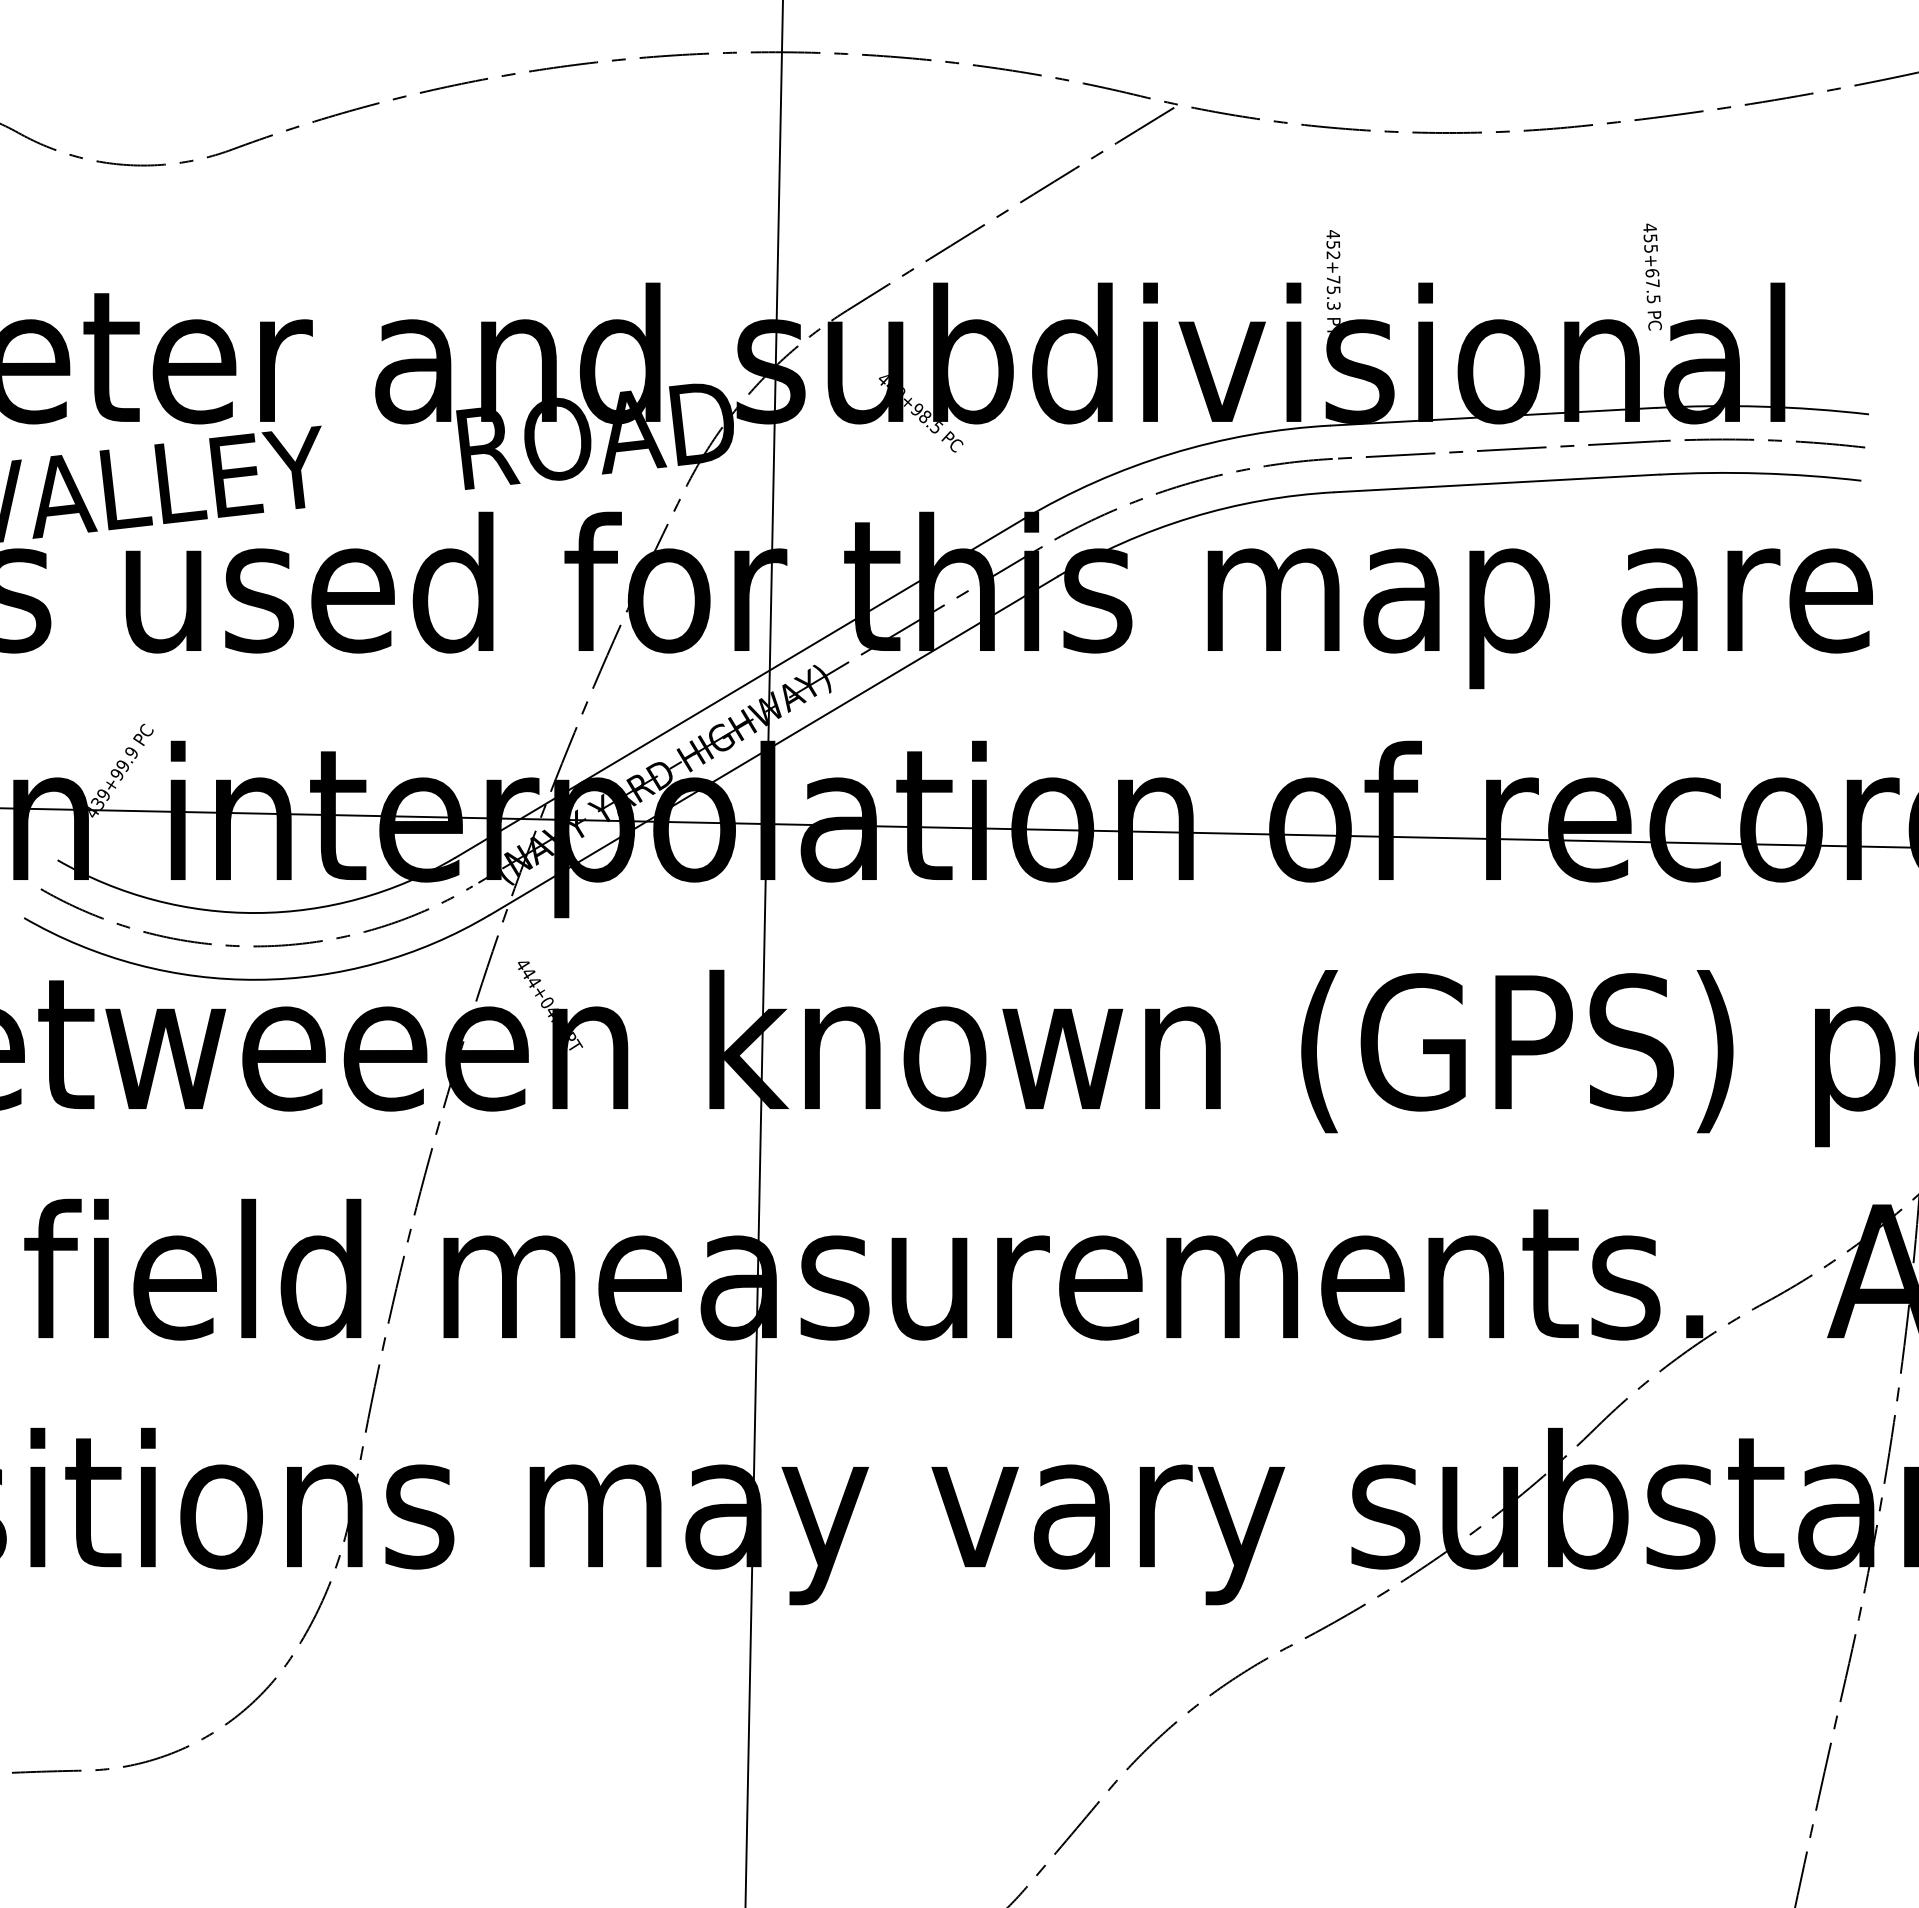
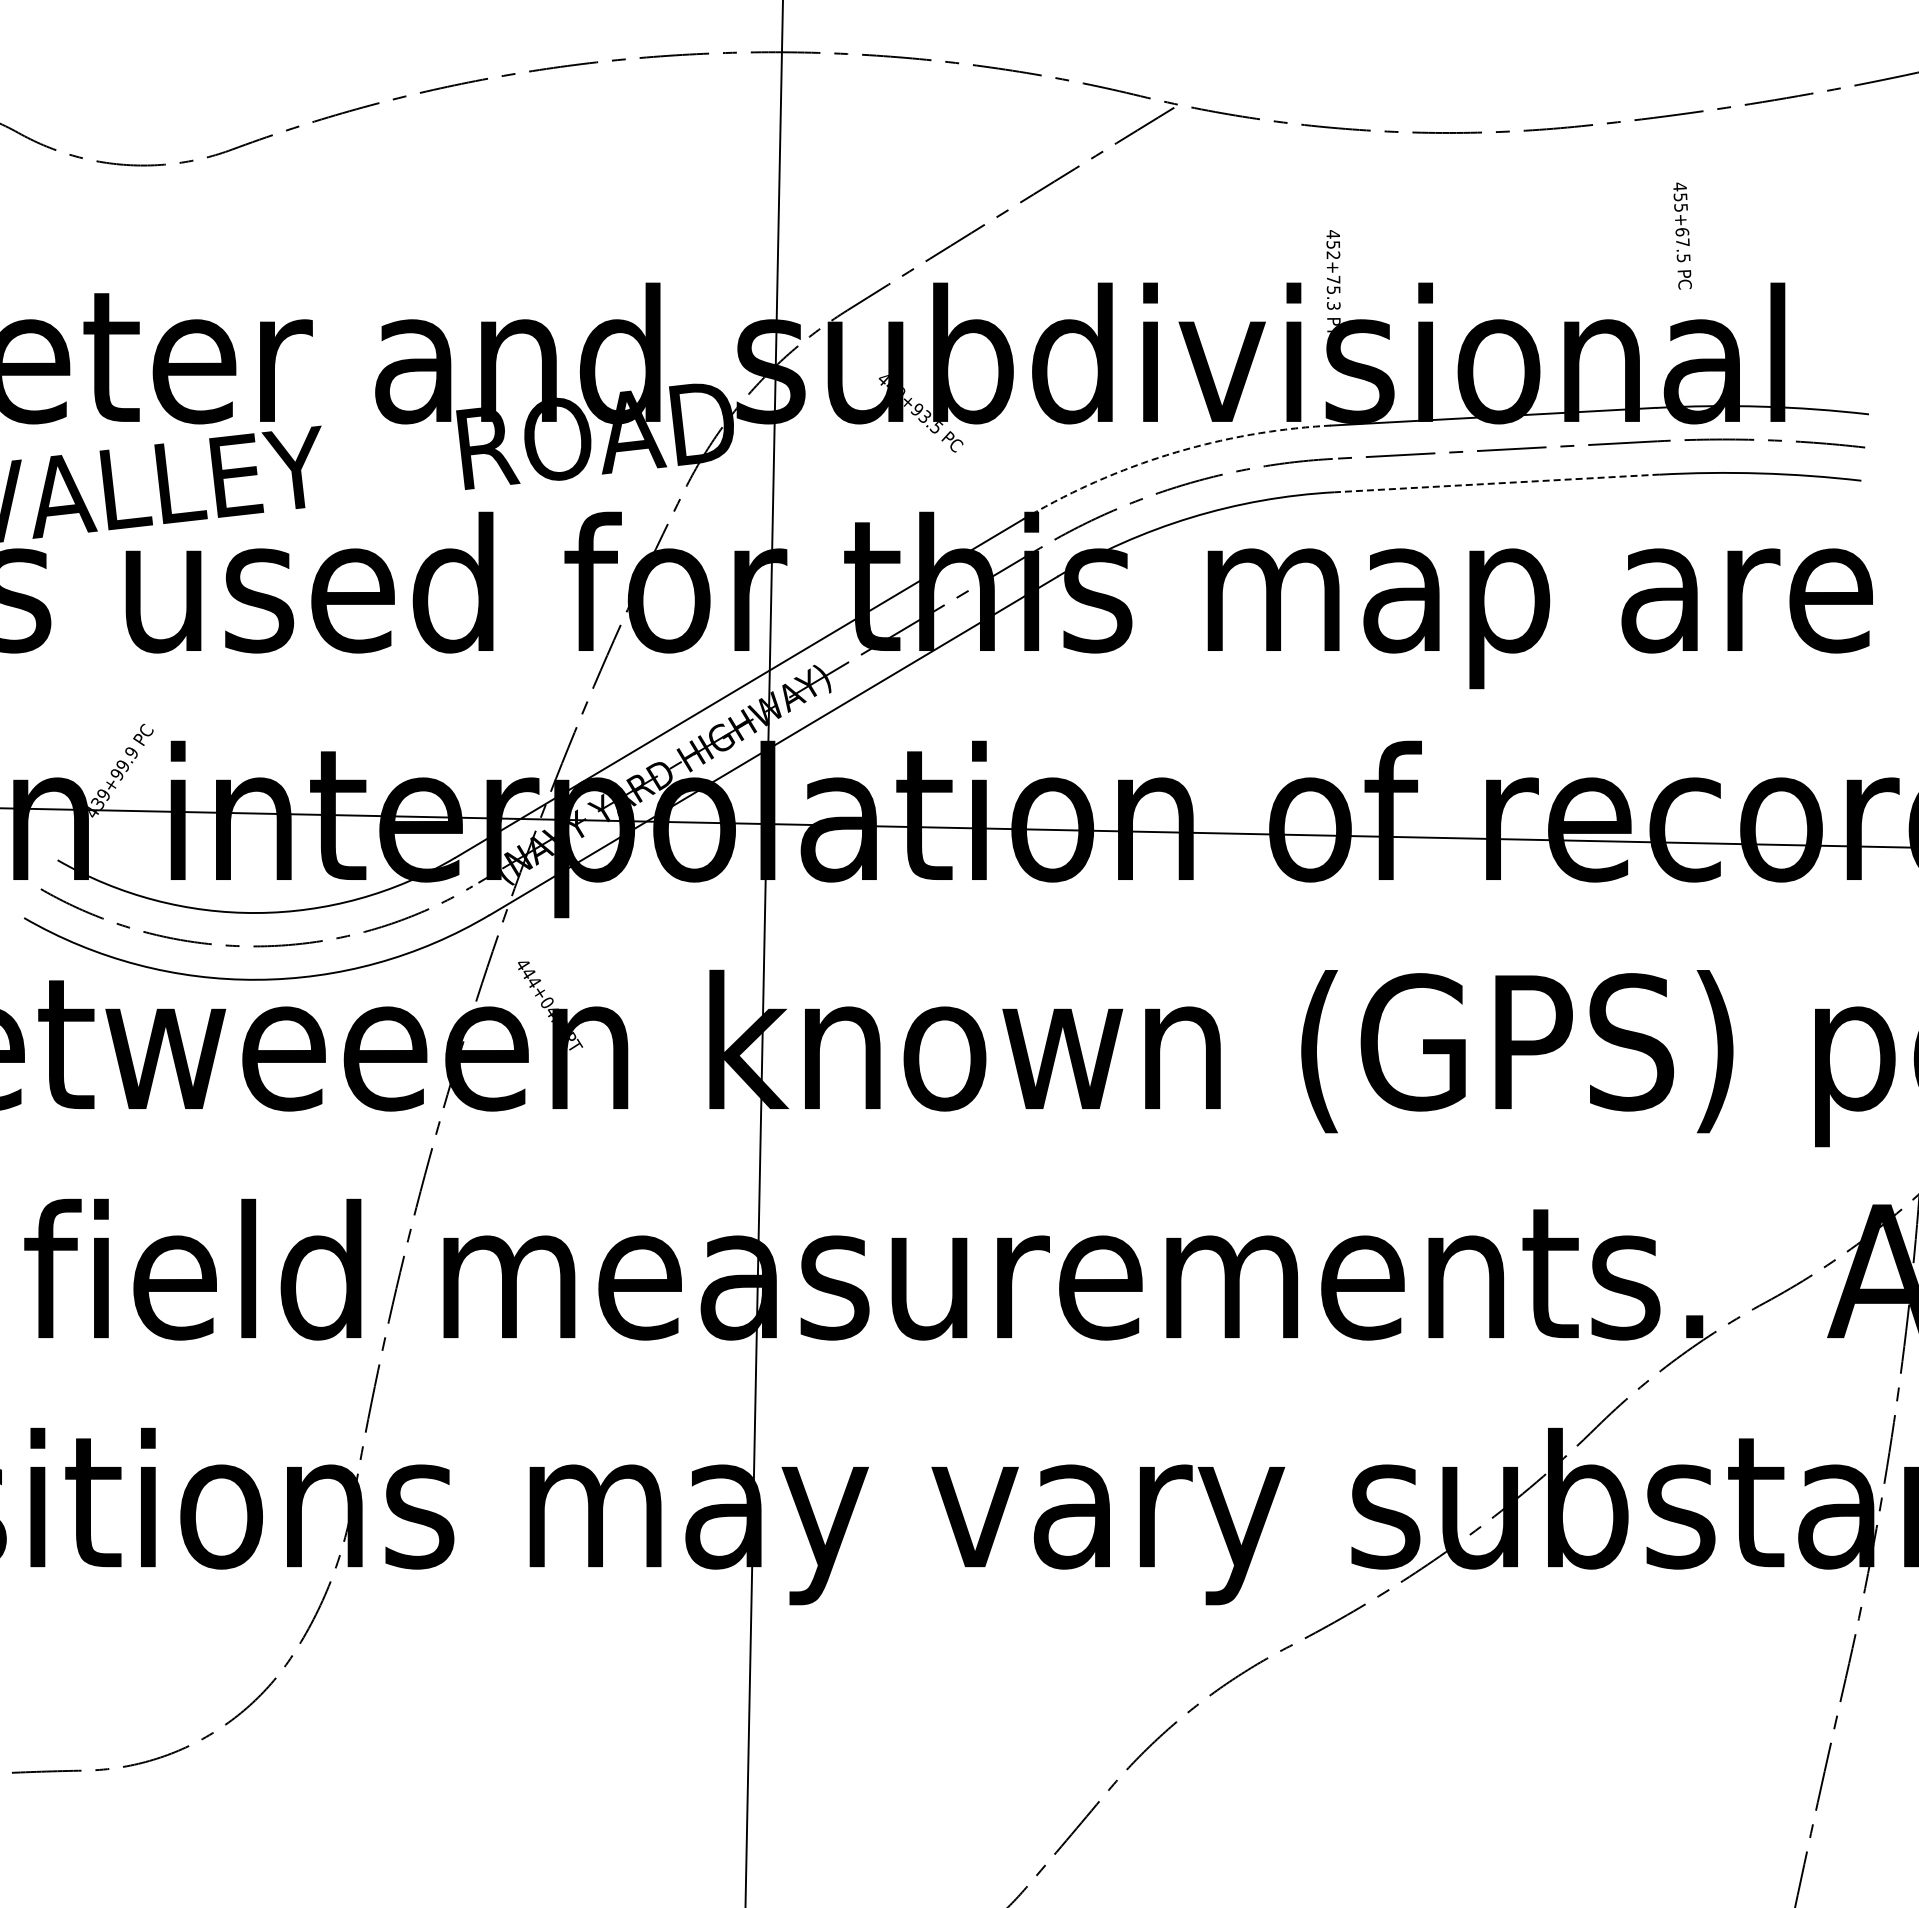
text at (1652, 276) position: (1652, 276) -> (1682, 235)
text at (924, 416): 449+98.5 -> 449+93.5
arc at (1171, 453): solid -> dashed
line at (1497, 483): solid -> dashed
